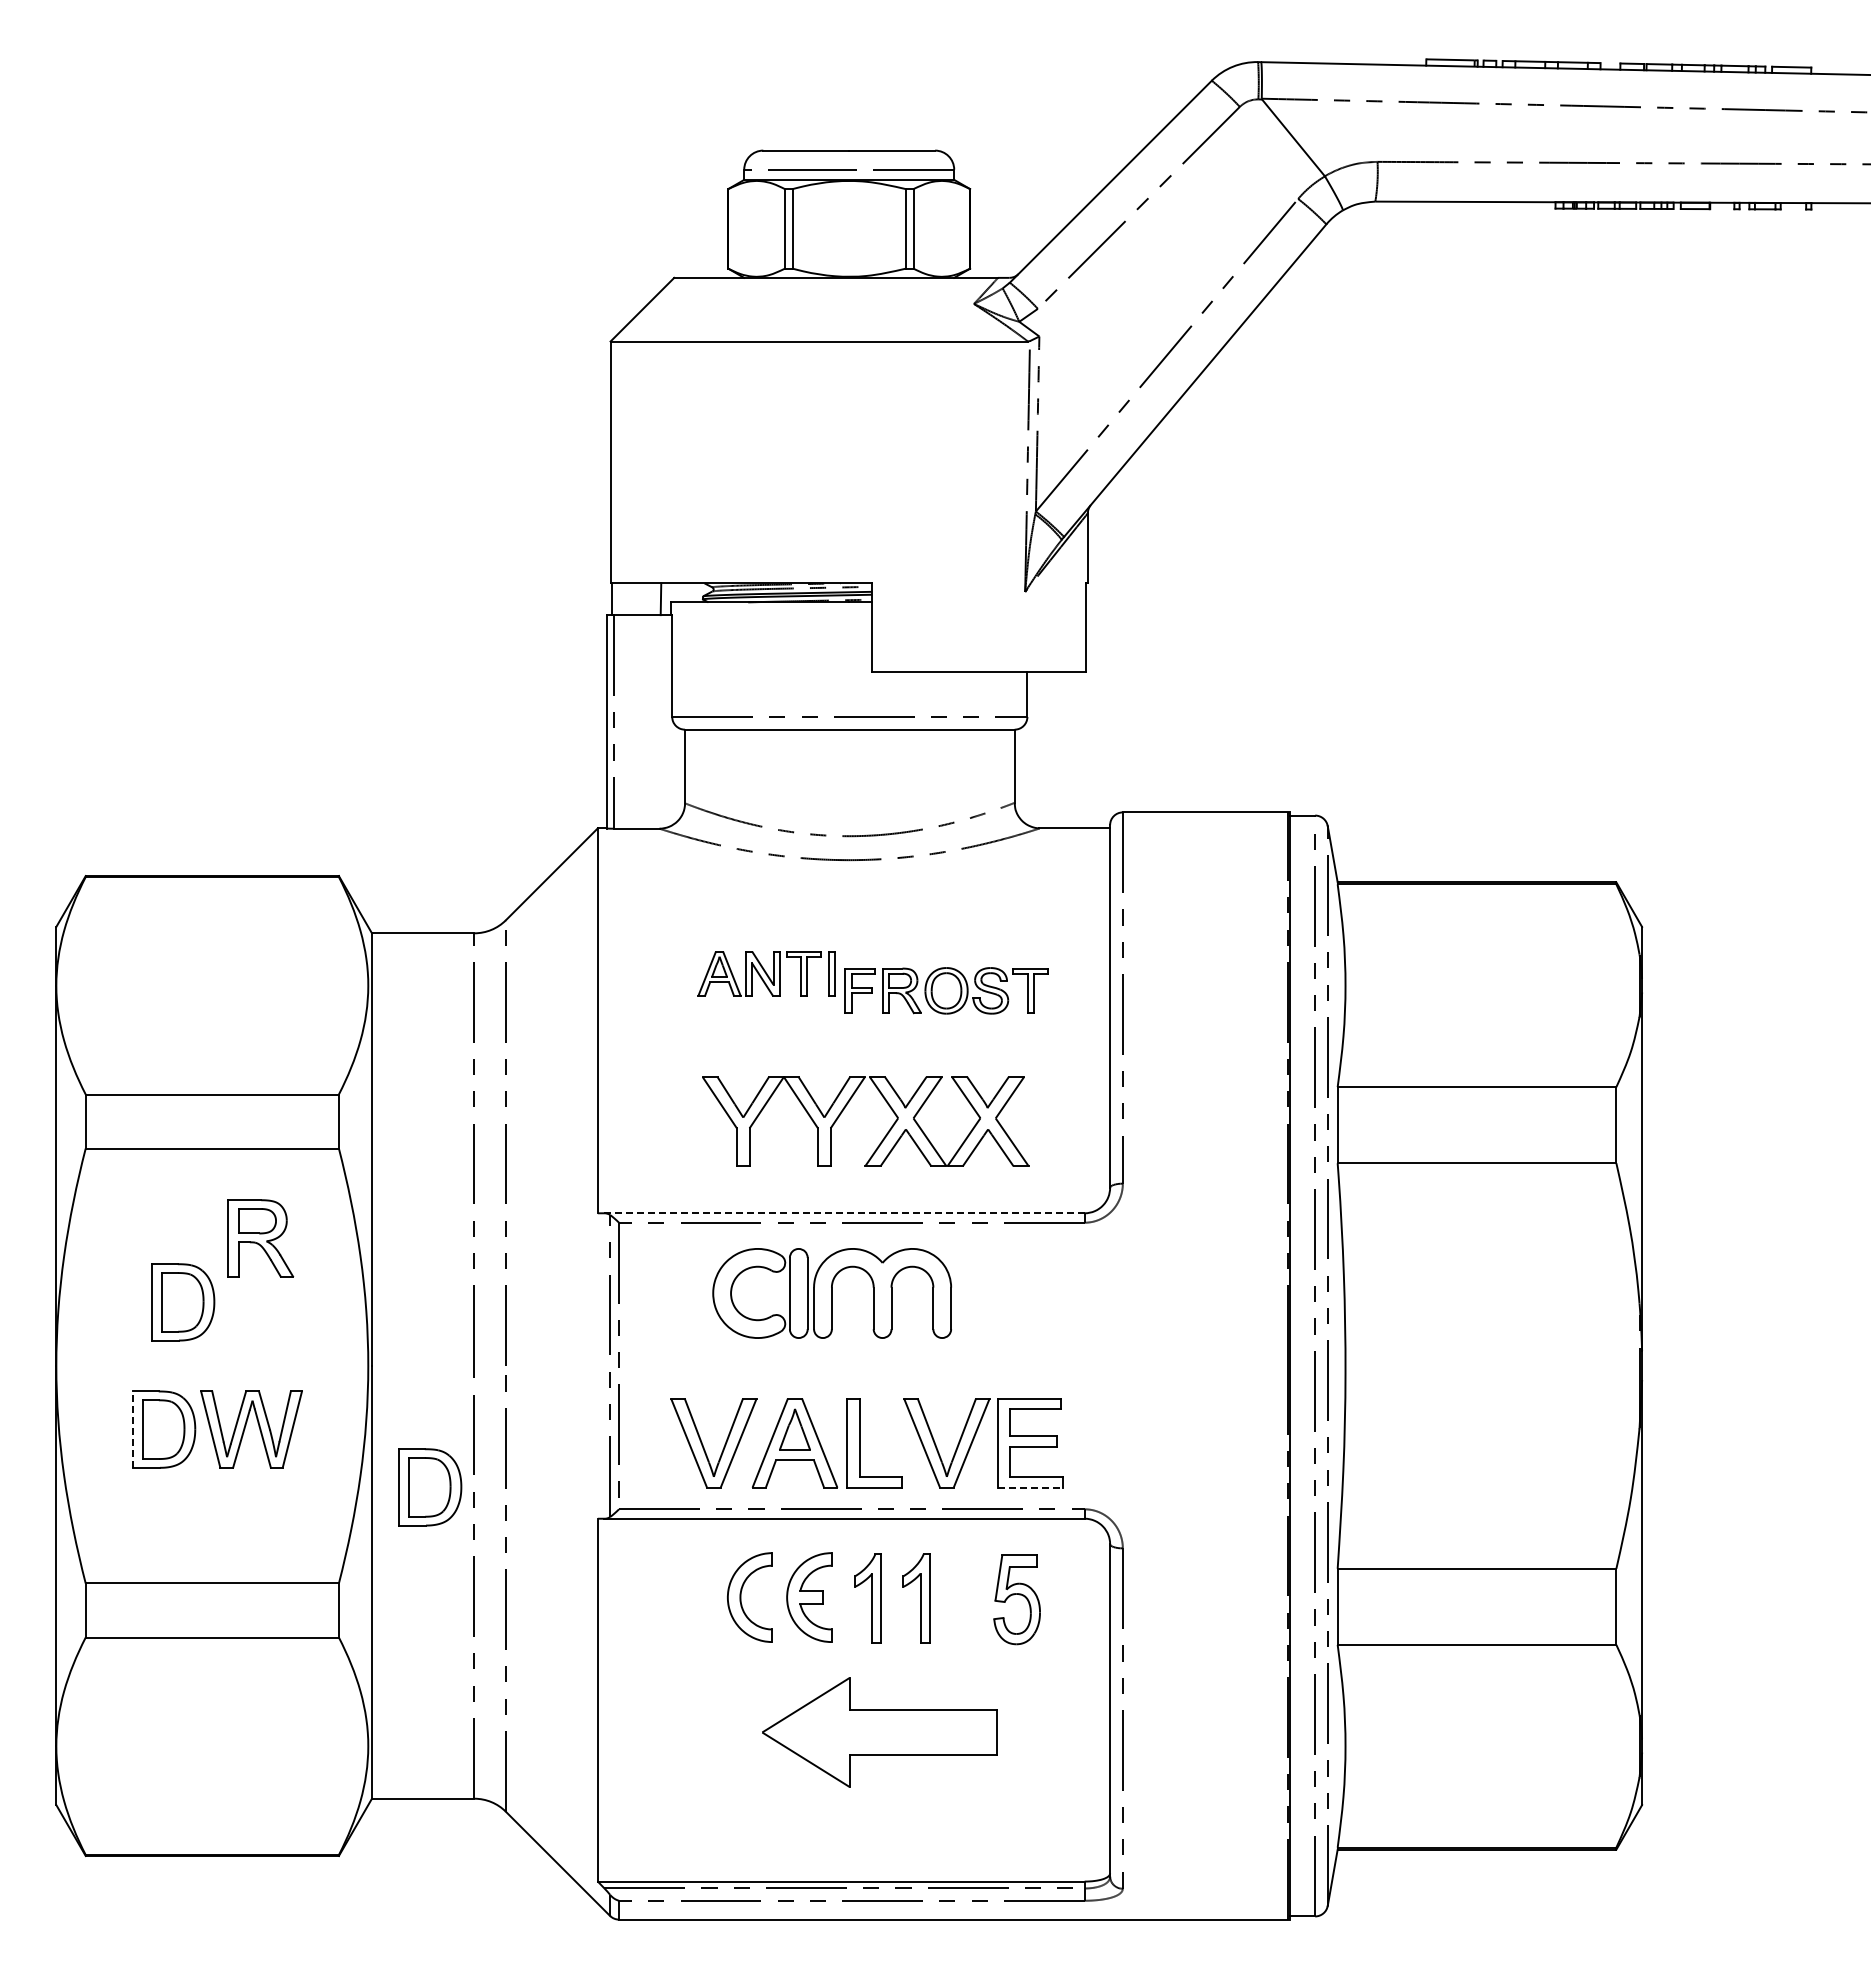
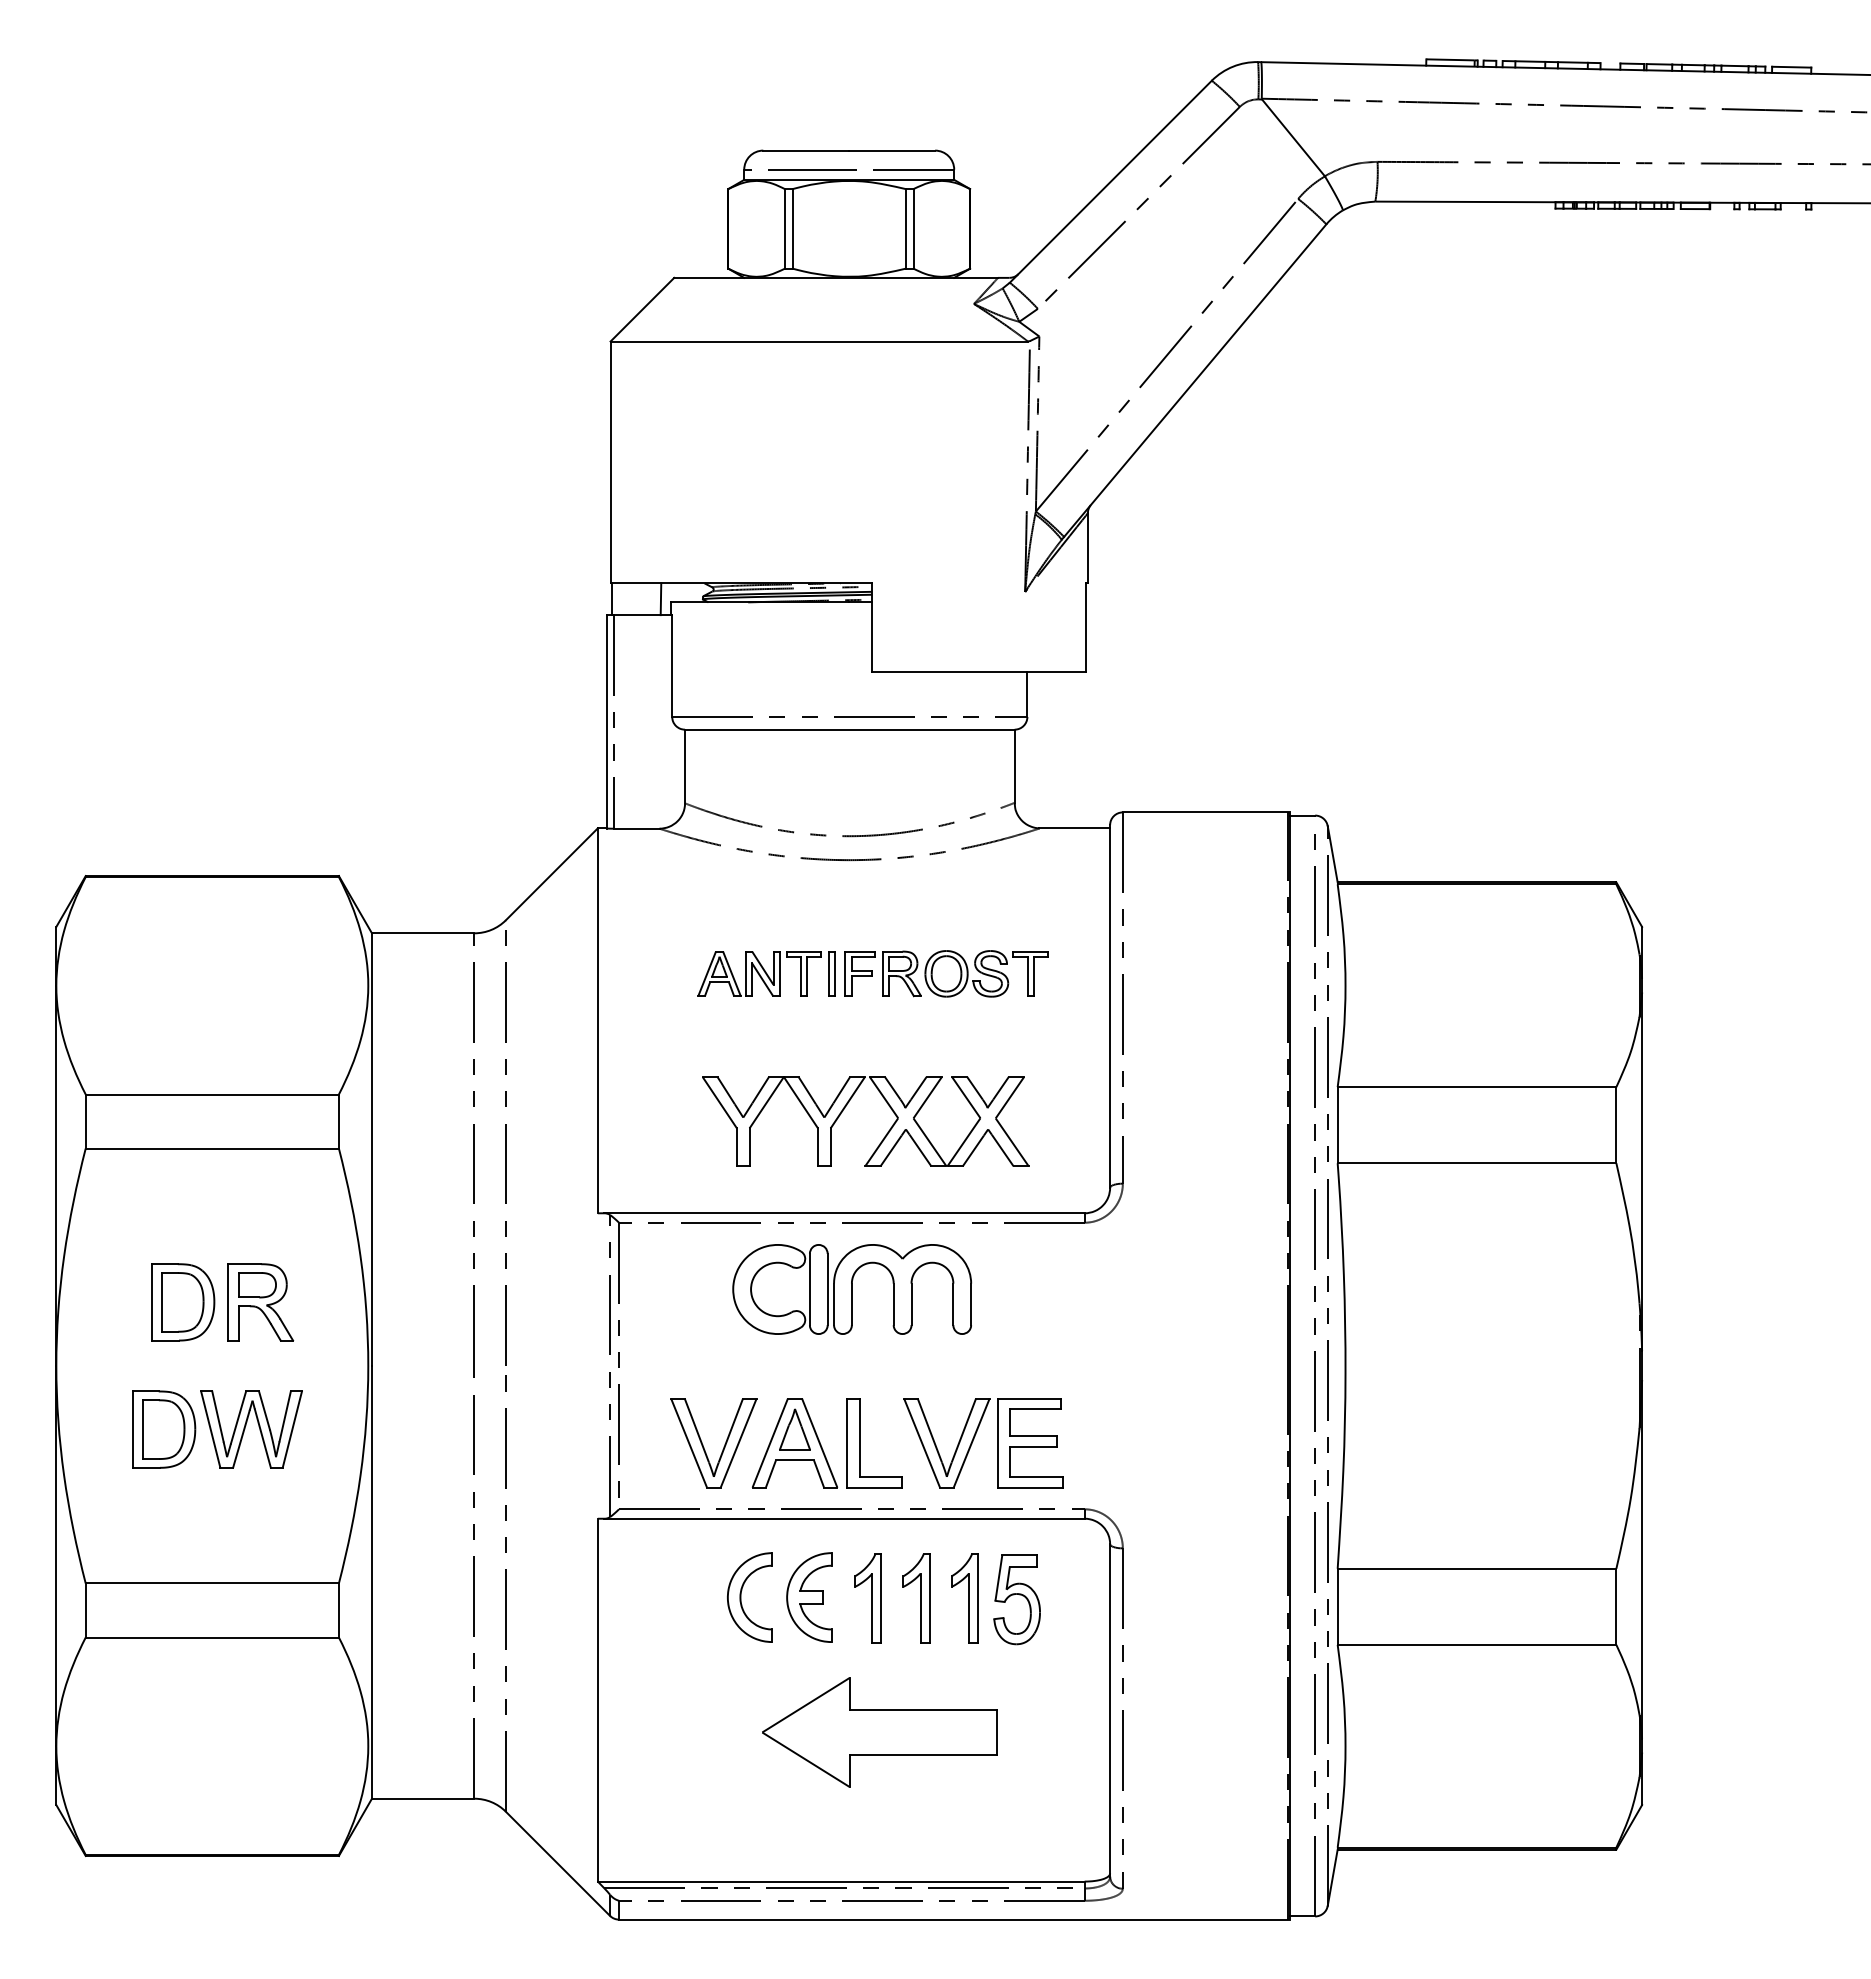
part at (946, 990) position: (946, 990) -> (946, 973)
line at (845, 1213): dashed -> solid
part at (260, 1238) position: (260, 1238) -> (260, 1302)
part at (831, 1293) position: (831, 1293) -> (851, 1289)
line at (132, 1429): dashed -> solid
part at (430, 1487): present -> none
line at (1030, 1487): dashed -> solid
part at (964, 1598): none -> present
